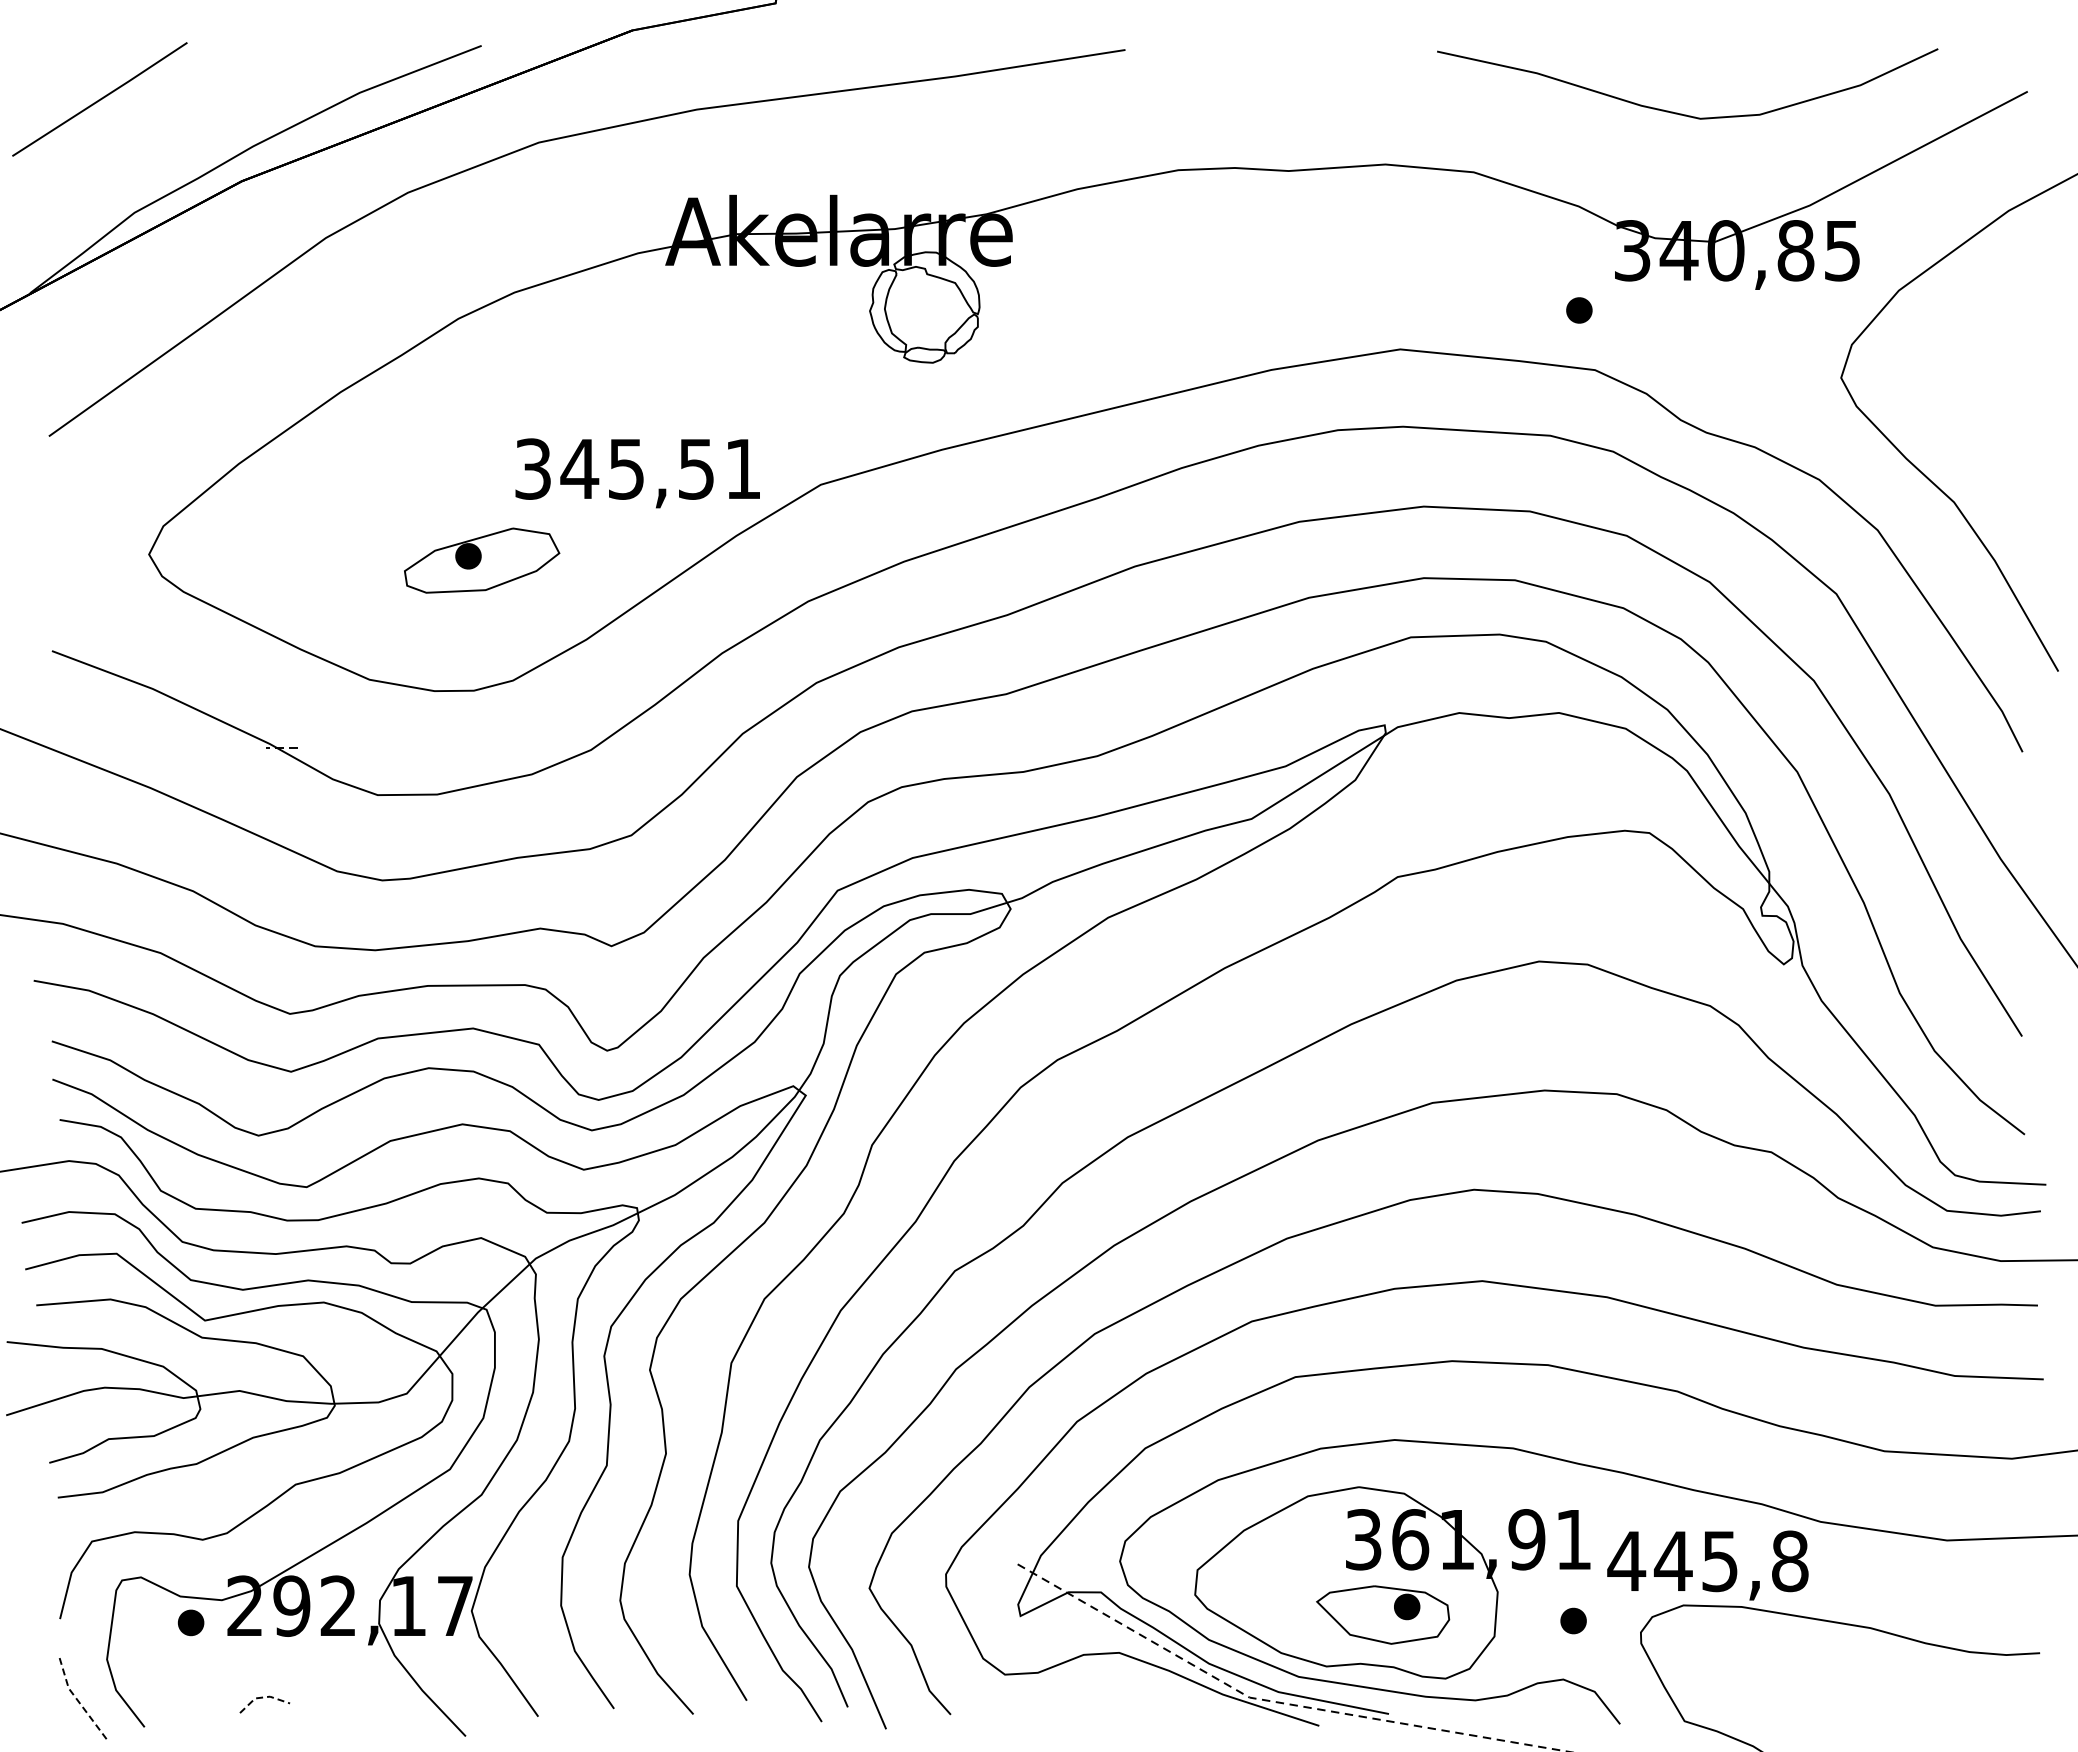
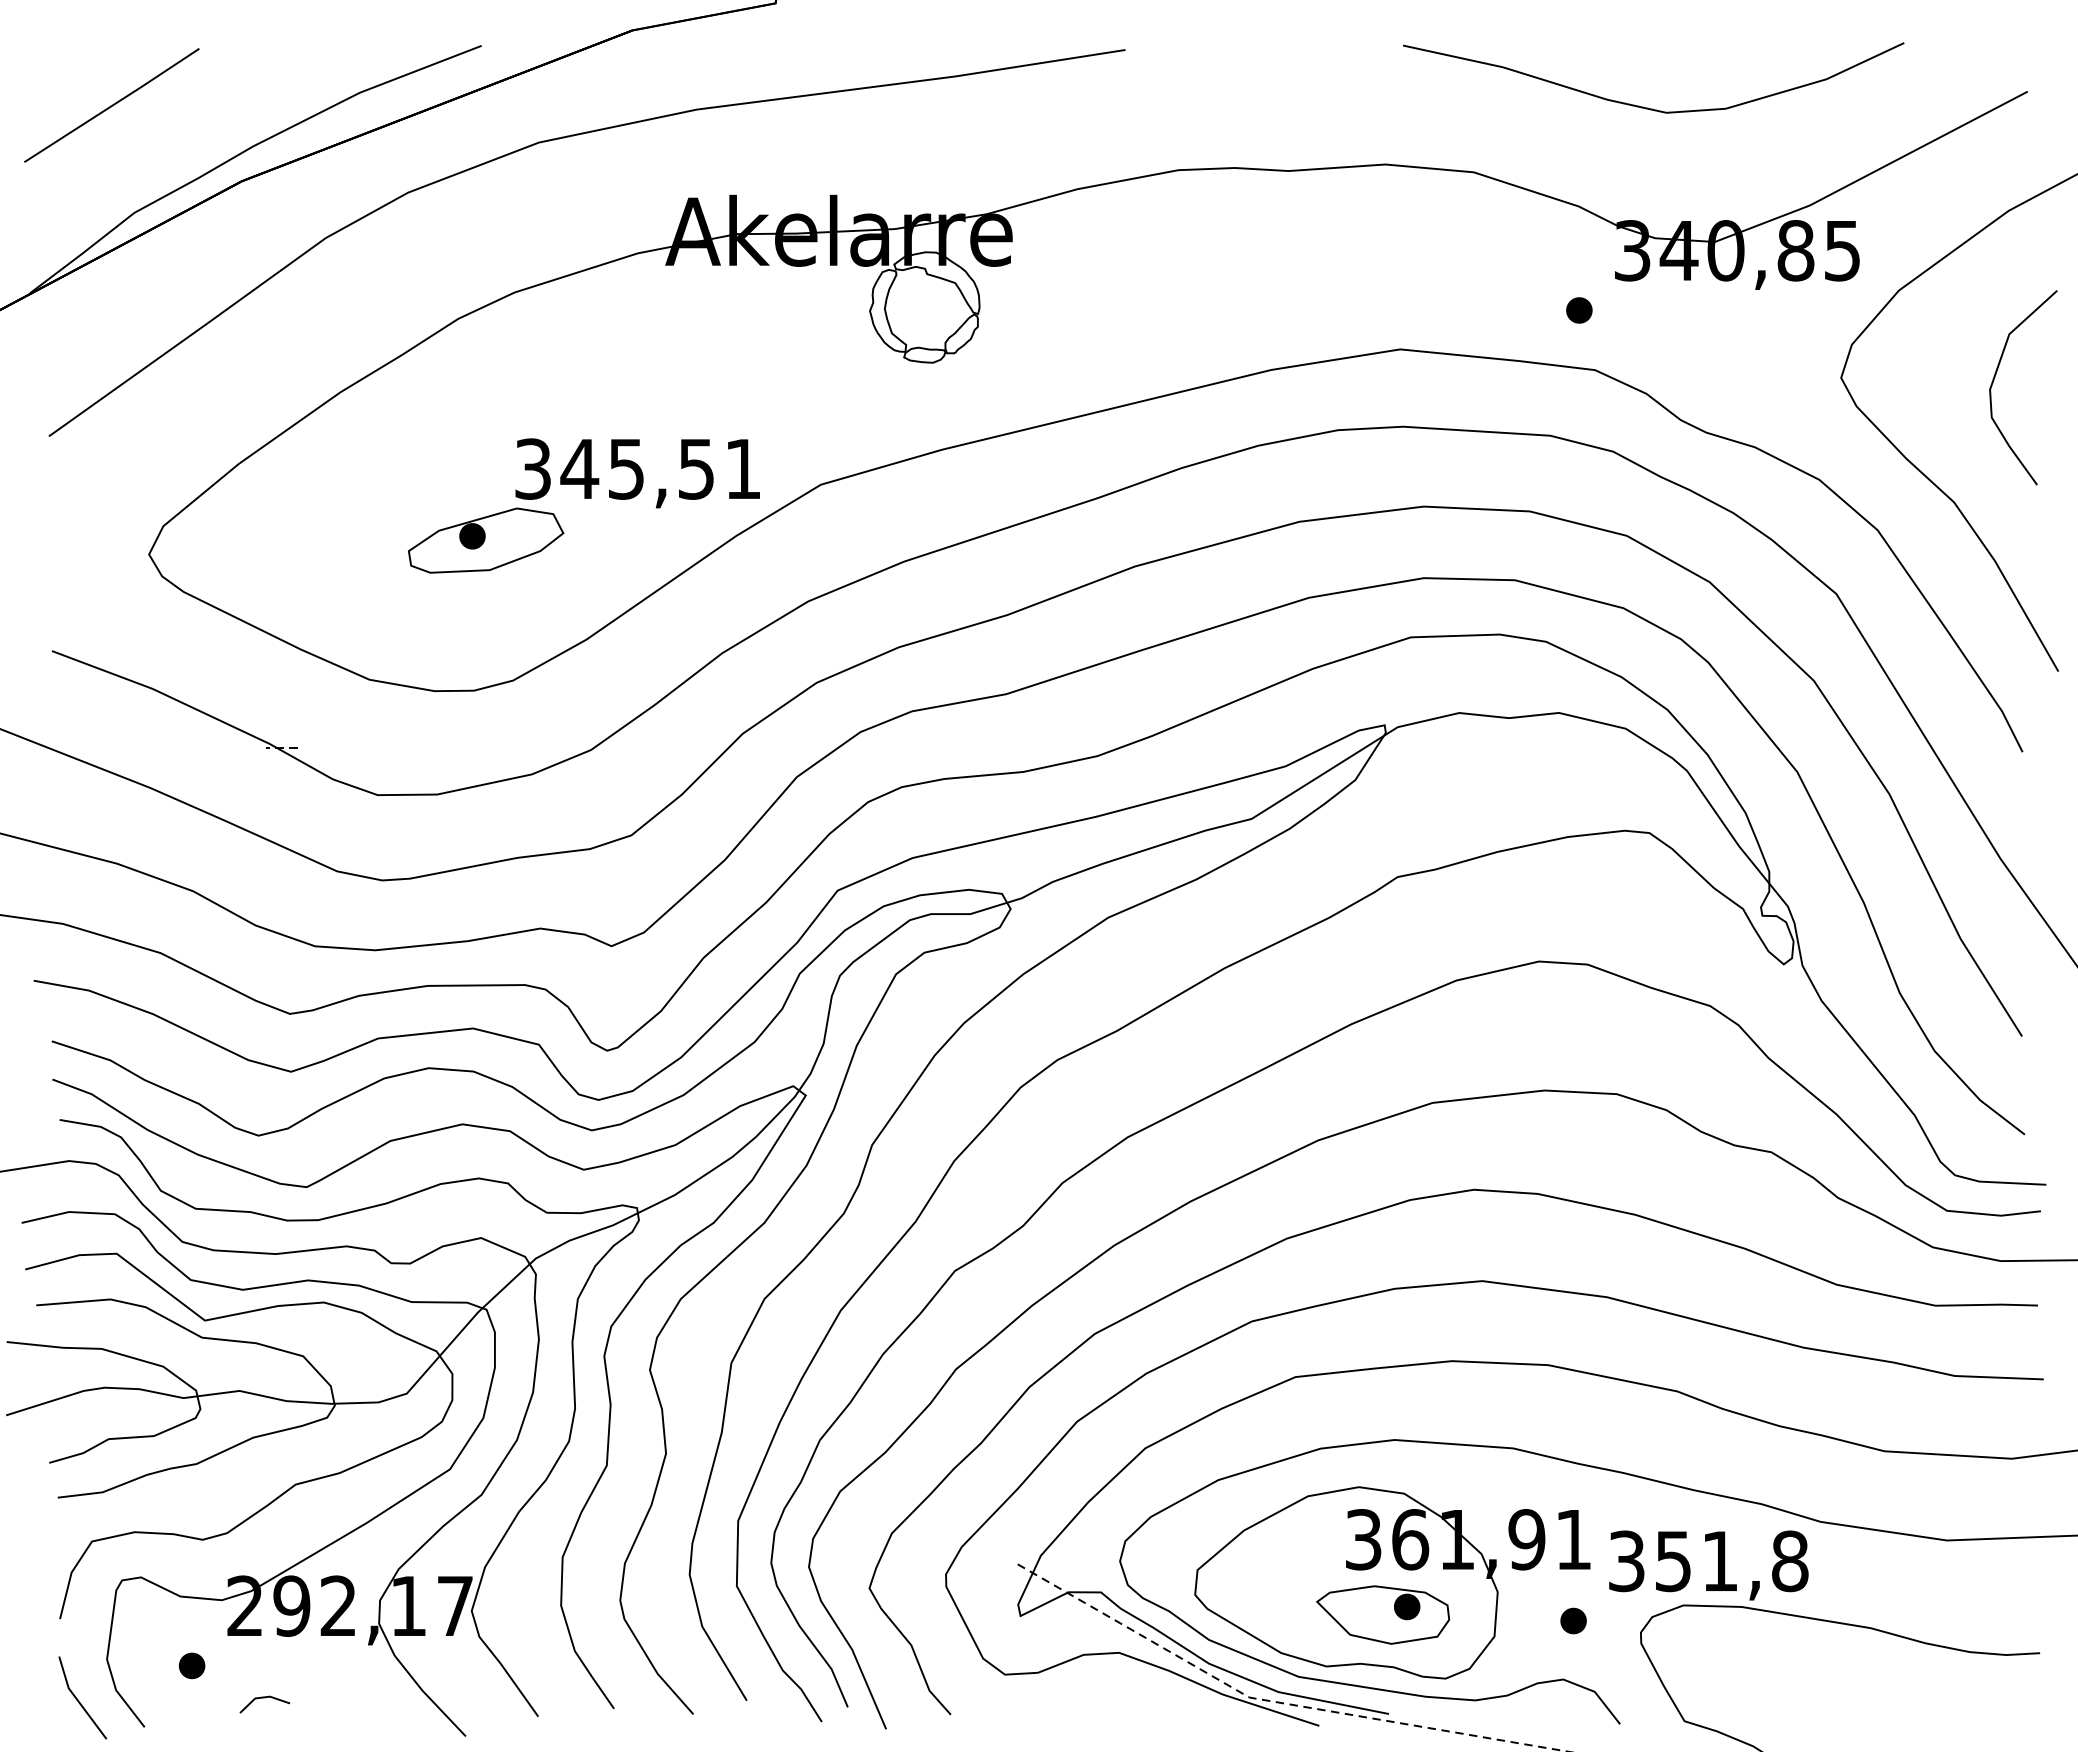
line at (99, 99) position: (99, 99) -> (111, 105)
curve at (1682, 113) position: (1682, 113) -> (1648, 107)
curve at (1995, 377): none -> present
part at (482, 560) position: (482, 560) -> (486, 540)
text at (1672, 1561): 445,8 -> 351,8
part at (190, 1622) position: (190, 1622) -> (191, 1665)
line at (263, 1697): dashed -> solid
line at (77, 1699): dashed -> solid
